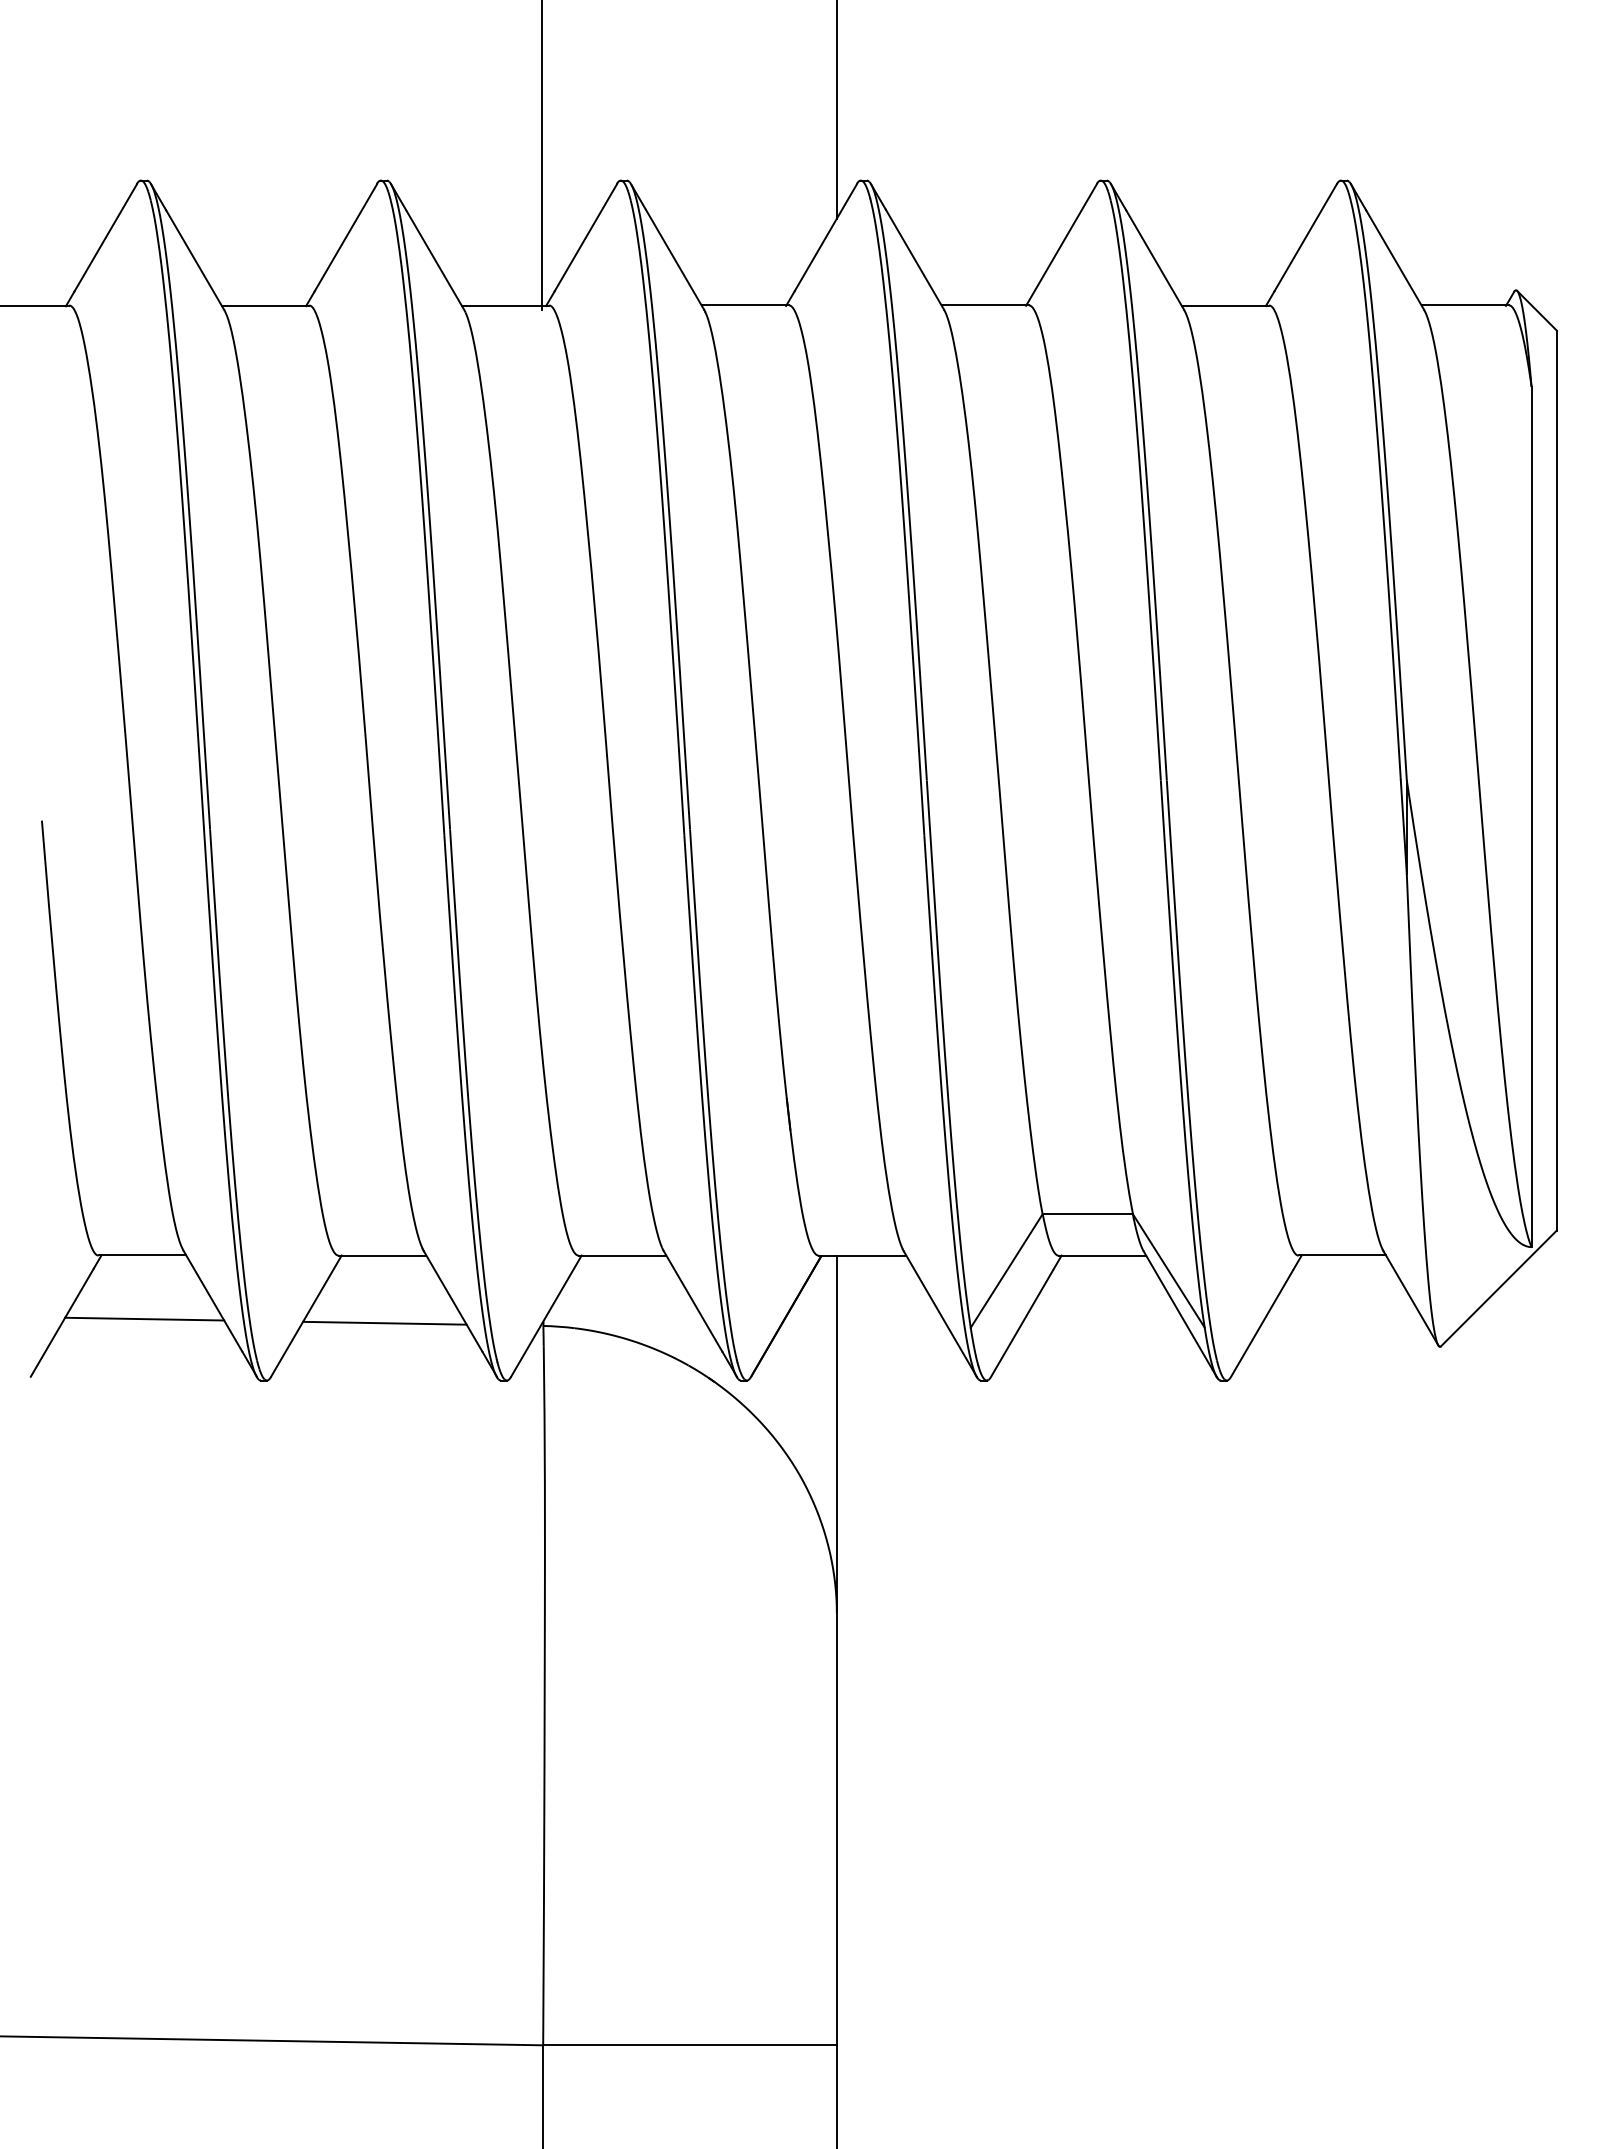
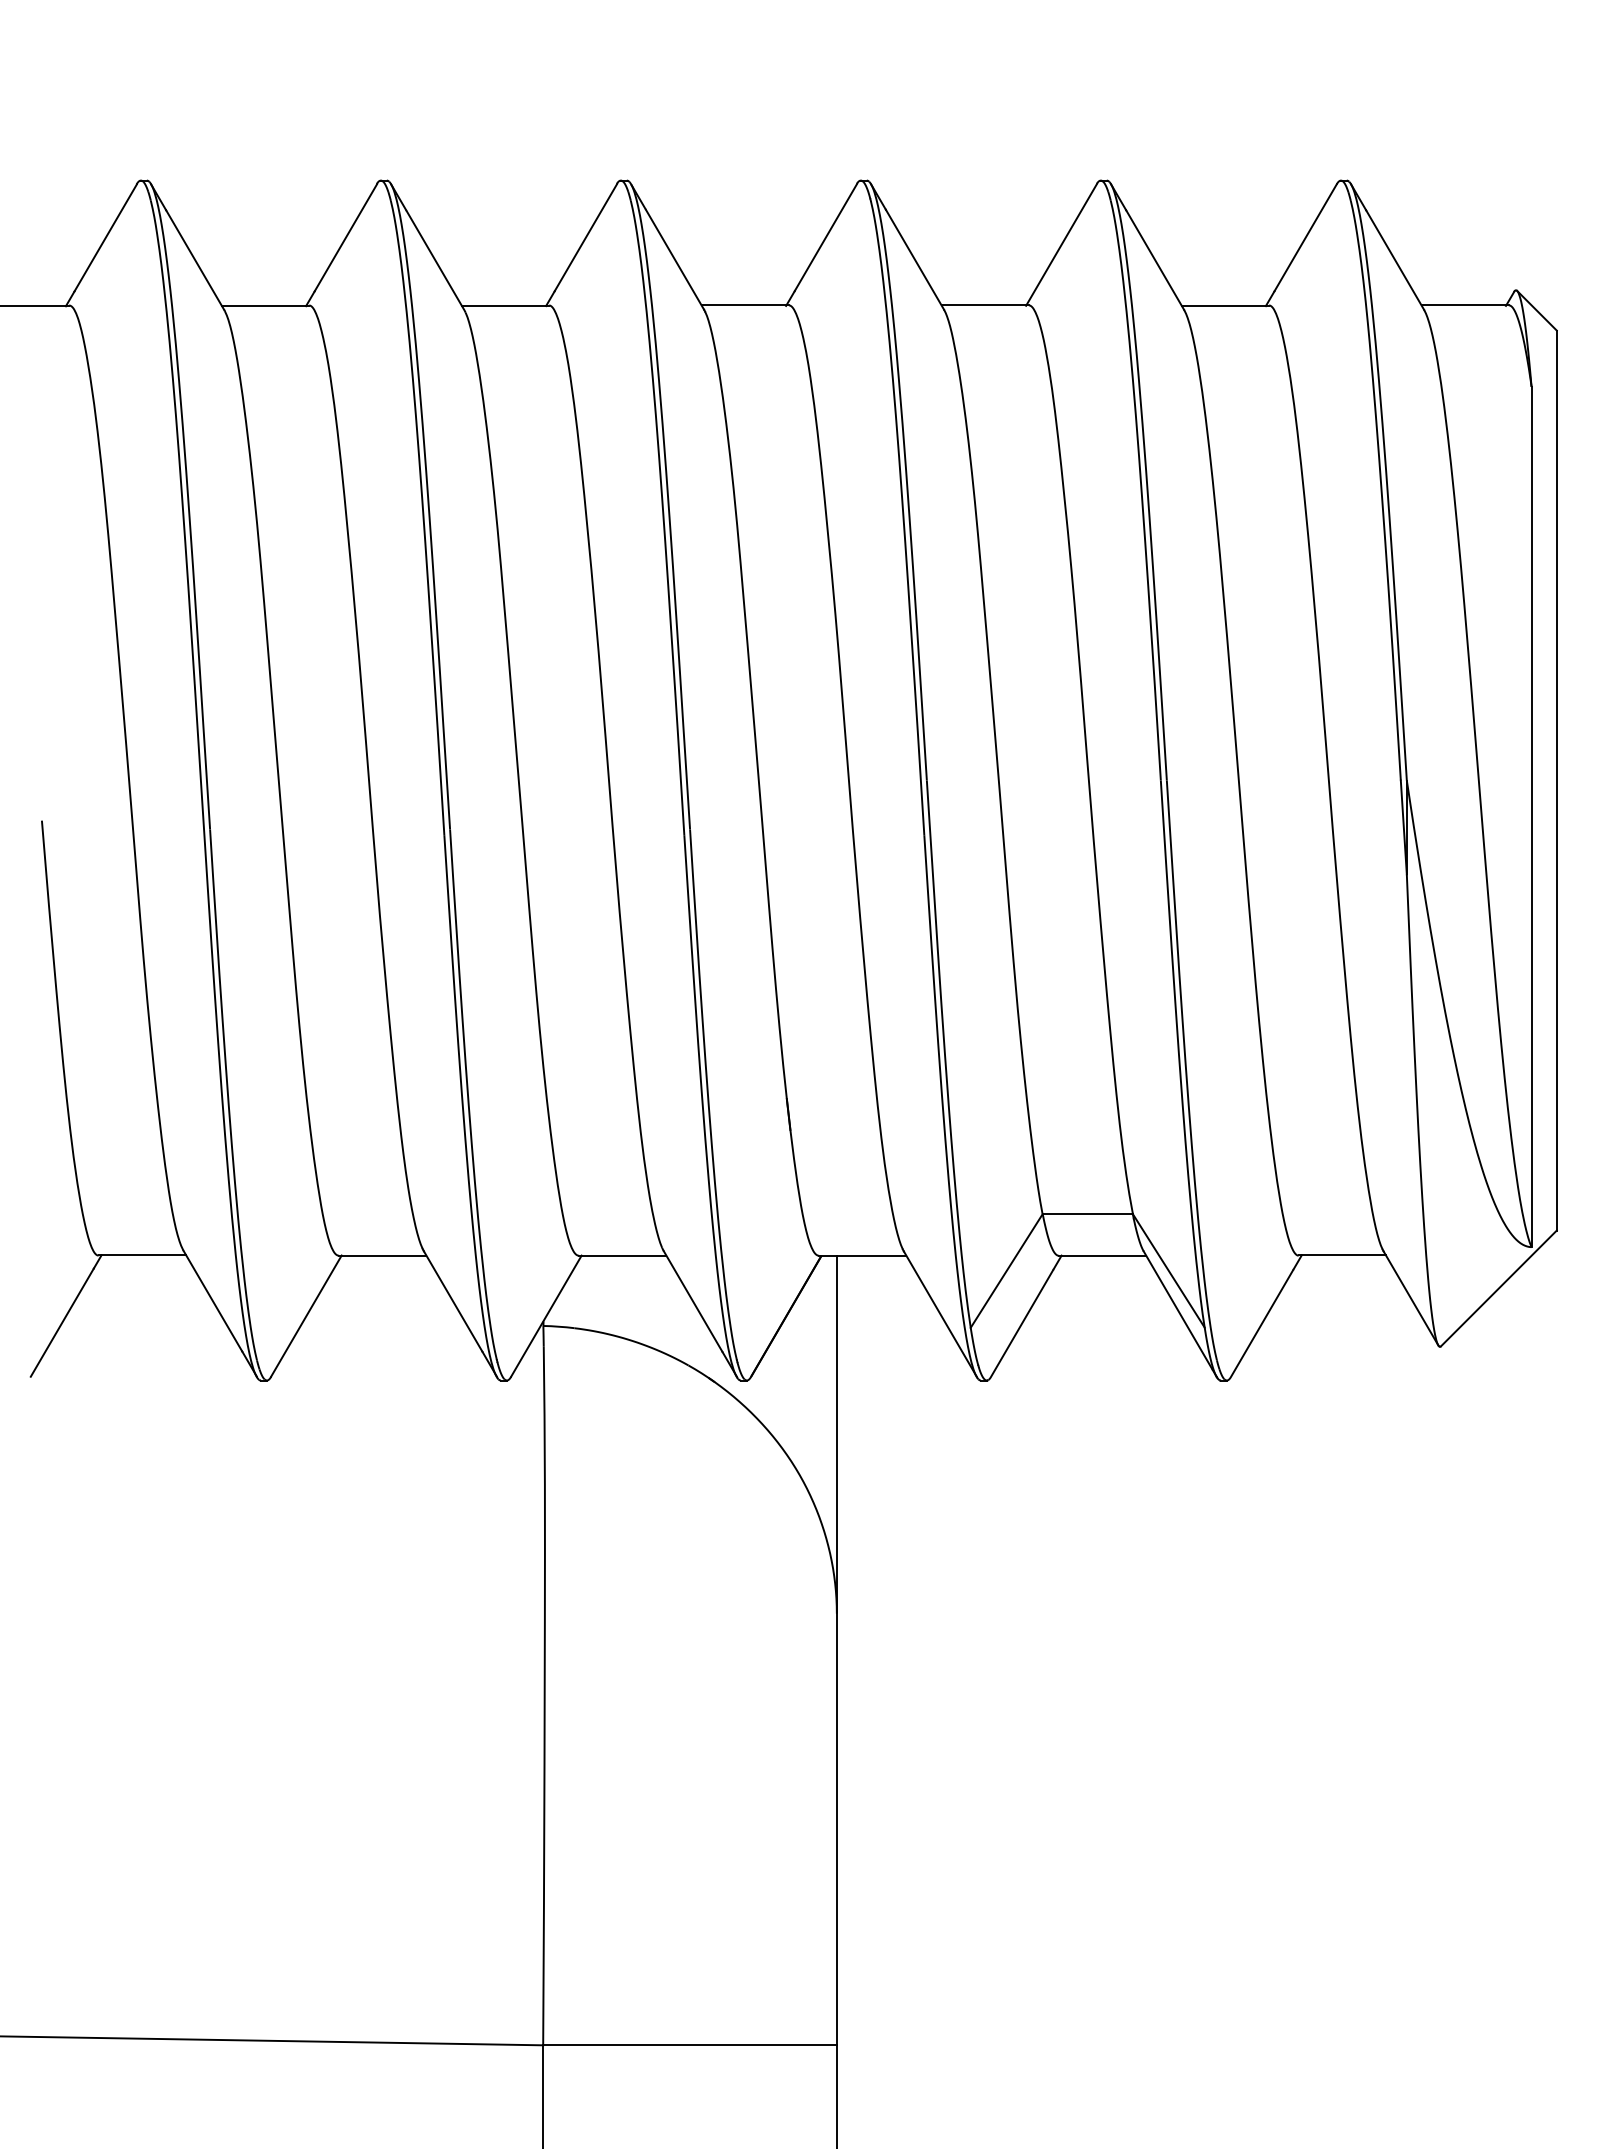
line at (836, 110): present -> none
line at (542, 156): present -> none
line at (144, 1318): present -> none
line at (384, 1322): present -> none
